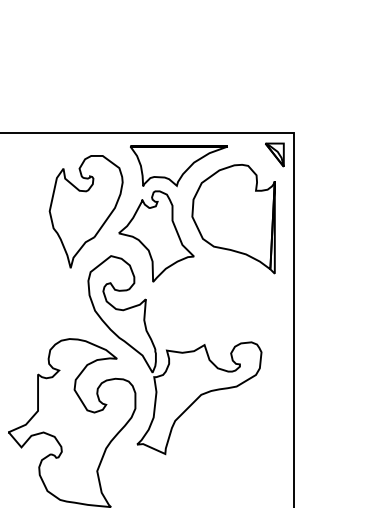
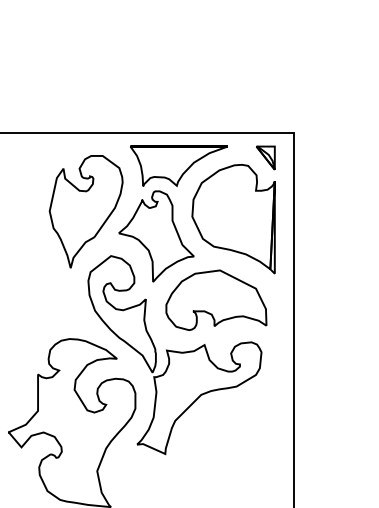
part at (274, 154) position: (274, 154) -> (265, 157)
part at (216, 299): none -> present
